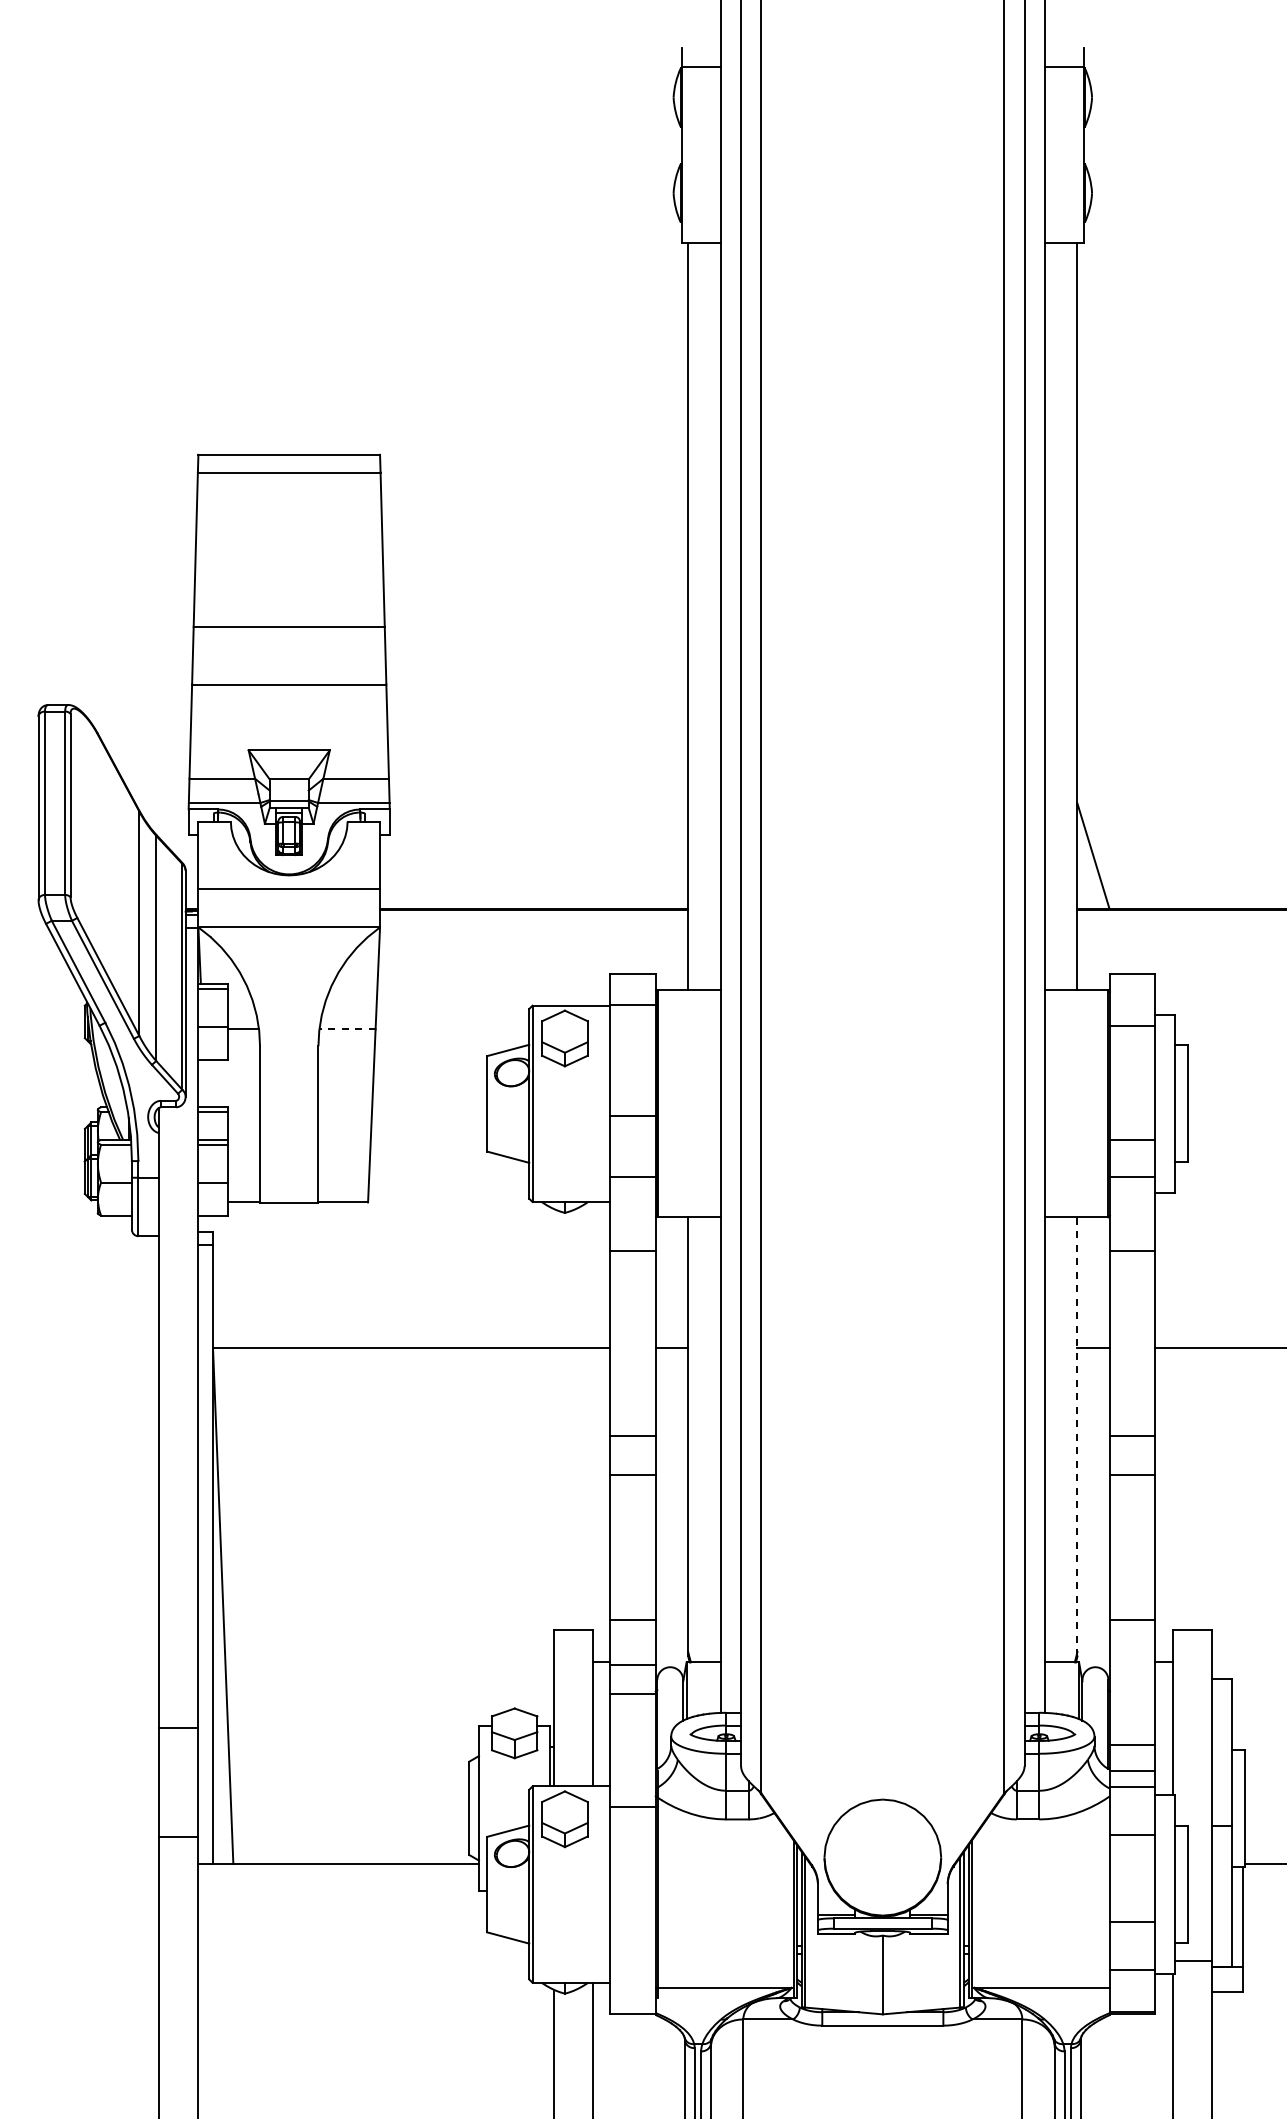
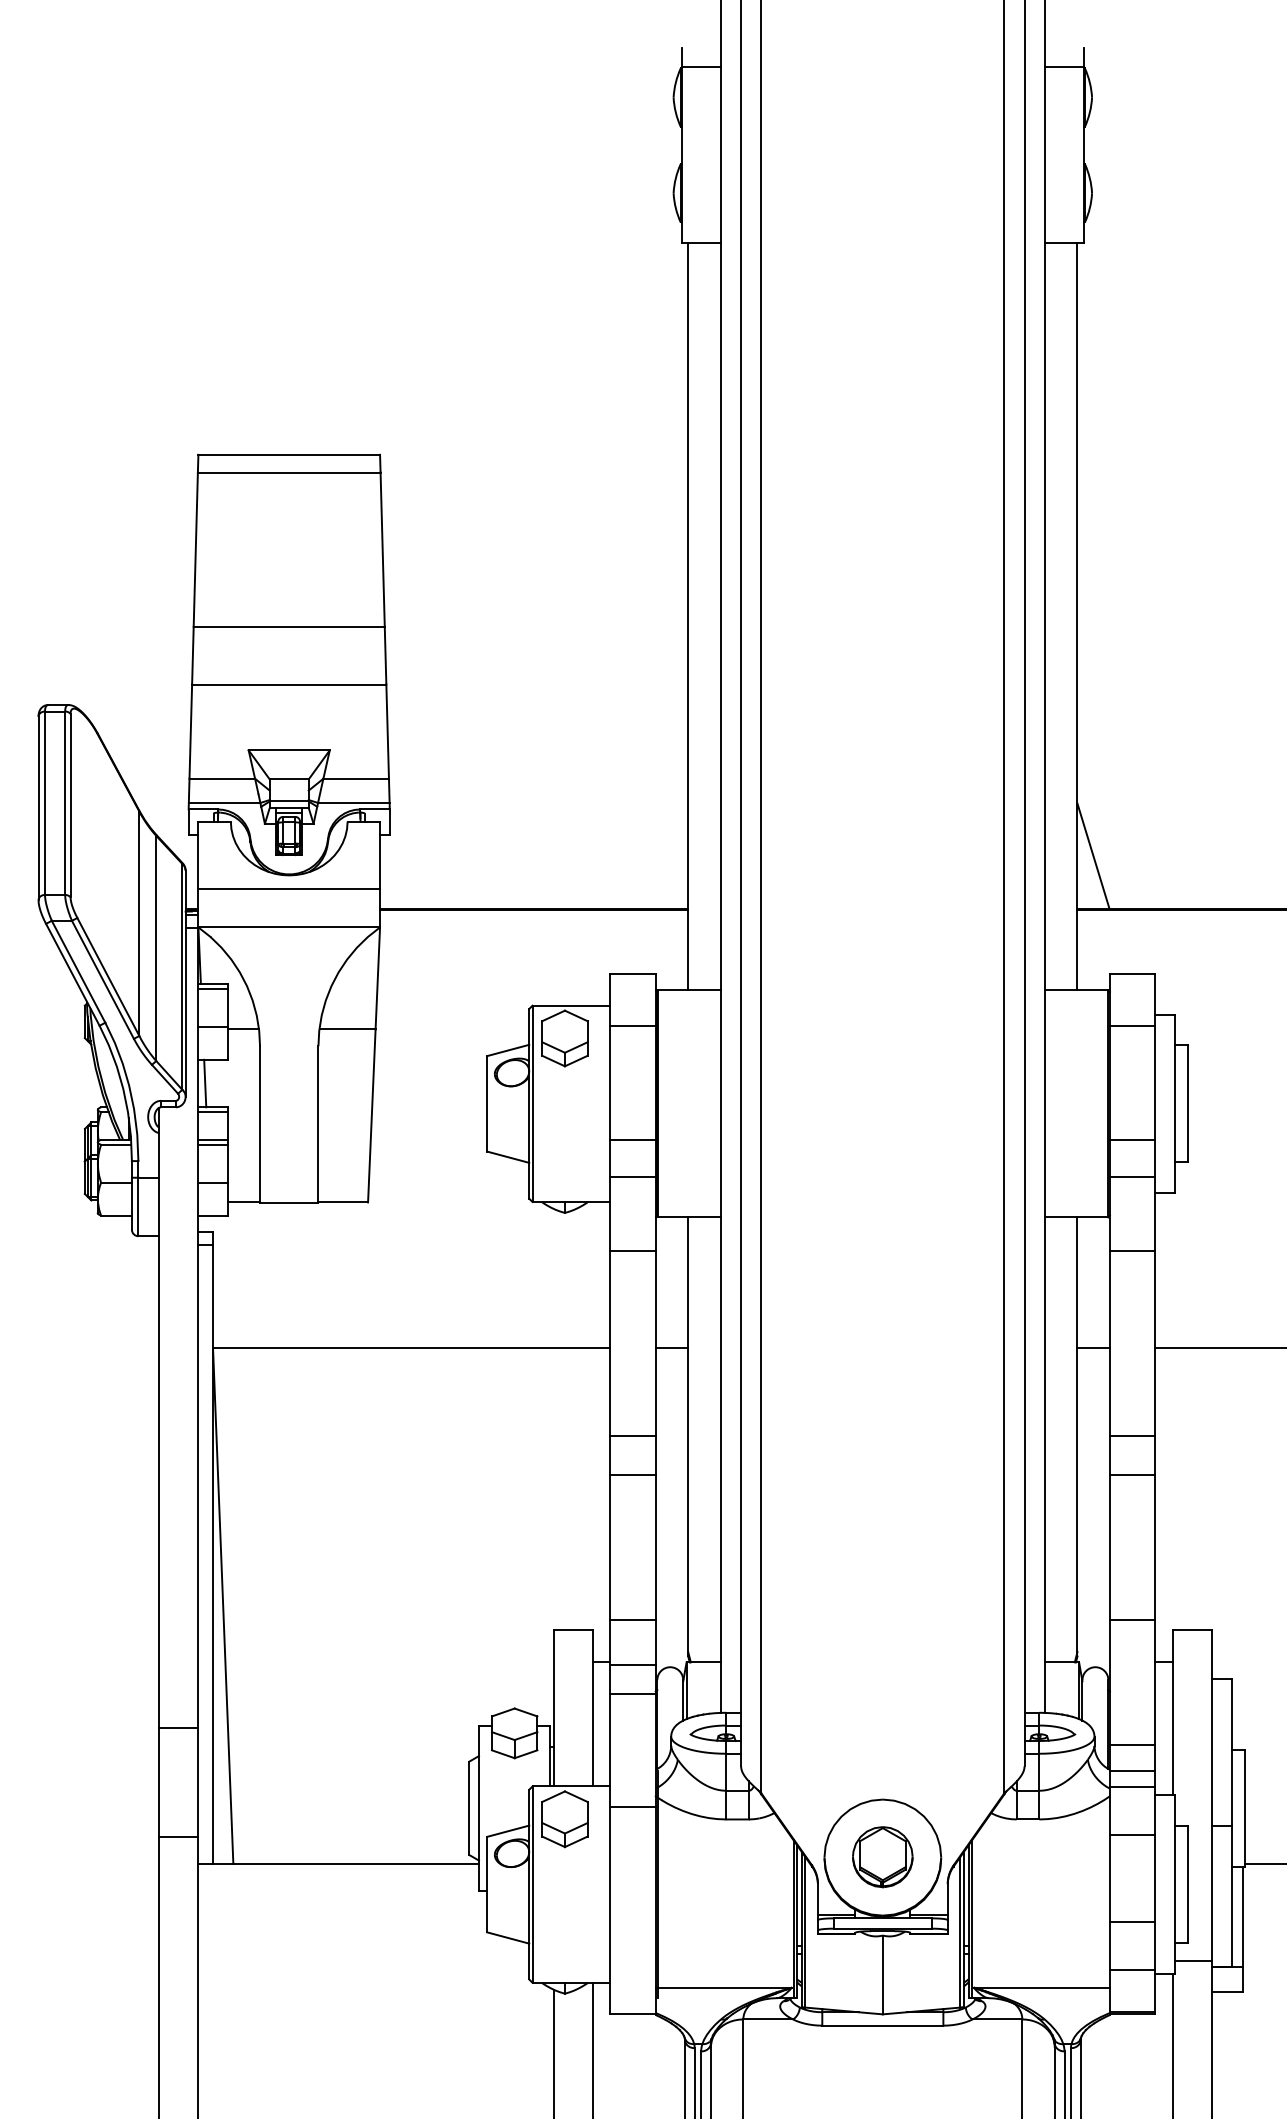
line at (632, 1005) position: (632, 1005) -> (632, 1026)
line at (347, 1029): dashed -> solid
line at (205, 1083): none -> present
line at (632, 1115) position: (632, 1115) -> (632, 1139)
line at (1077, 1436): dashed -> solid
part at (882, 1857): none -> present
